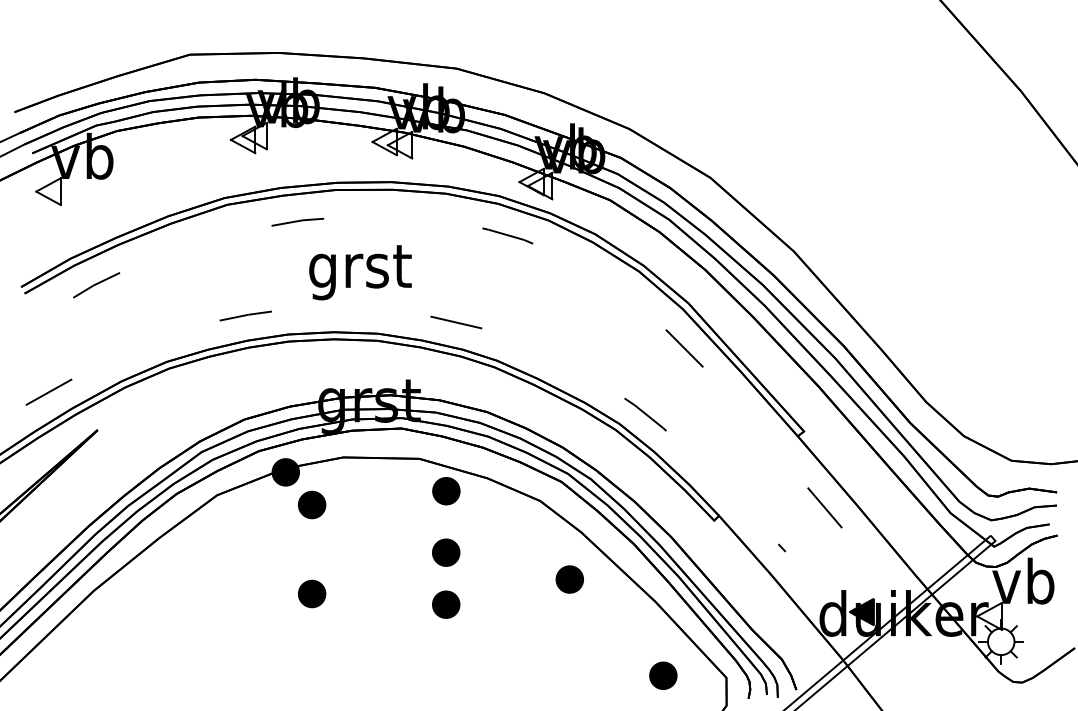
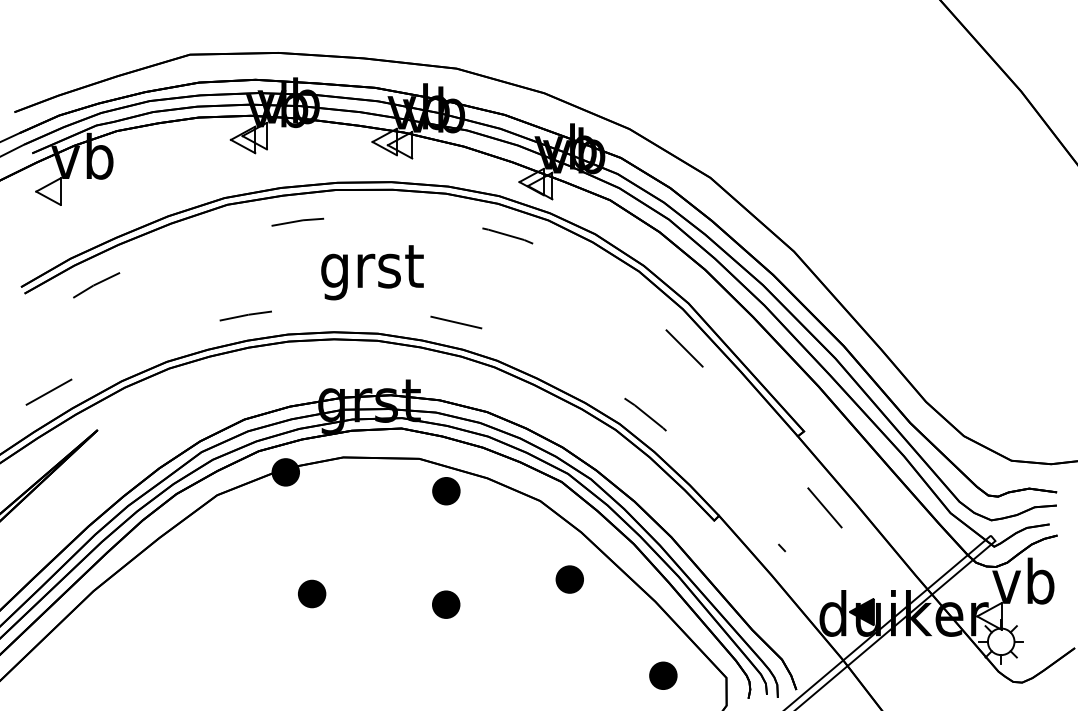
text at (360, 272) position: (360, 272) -> (372, 272)
part at (312, 504): present -> none
part at (446, 552): present -> none
